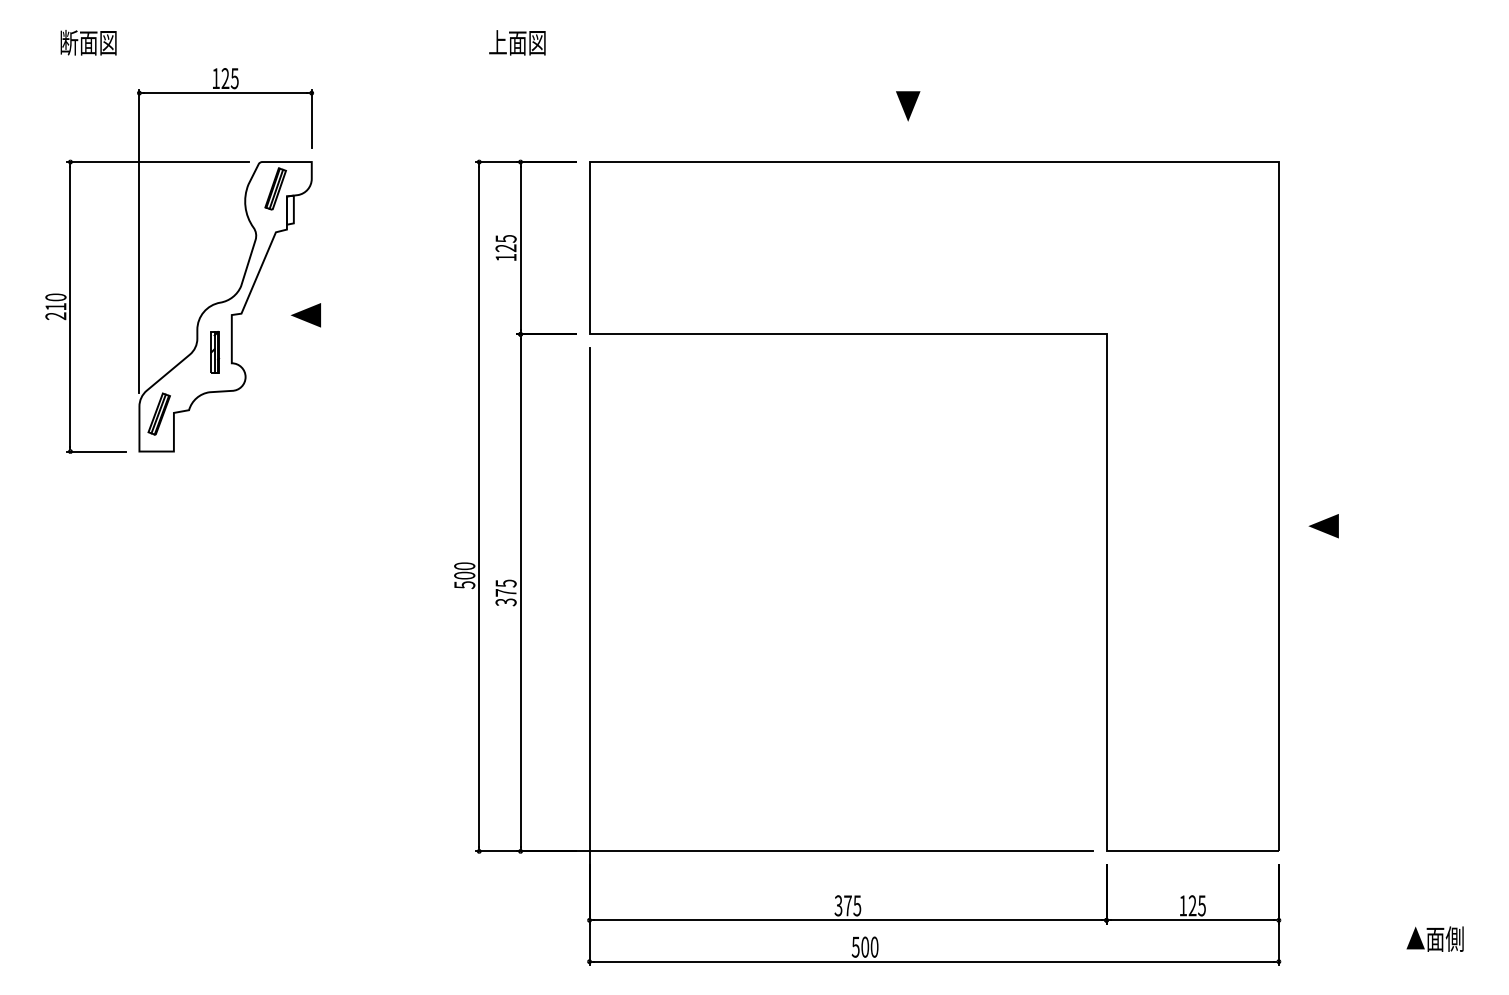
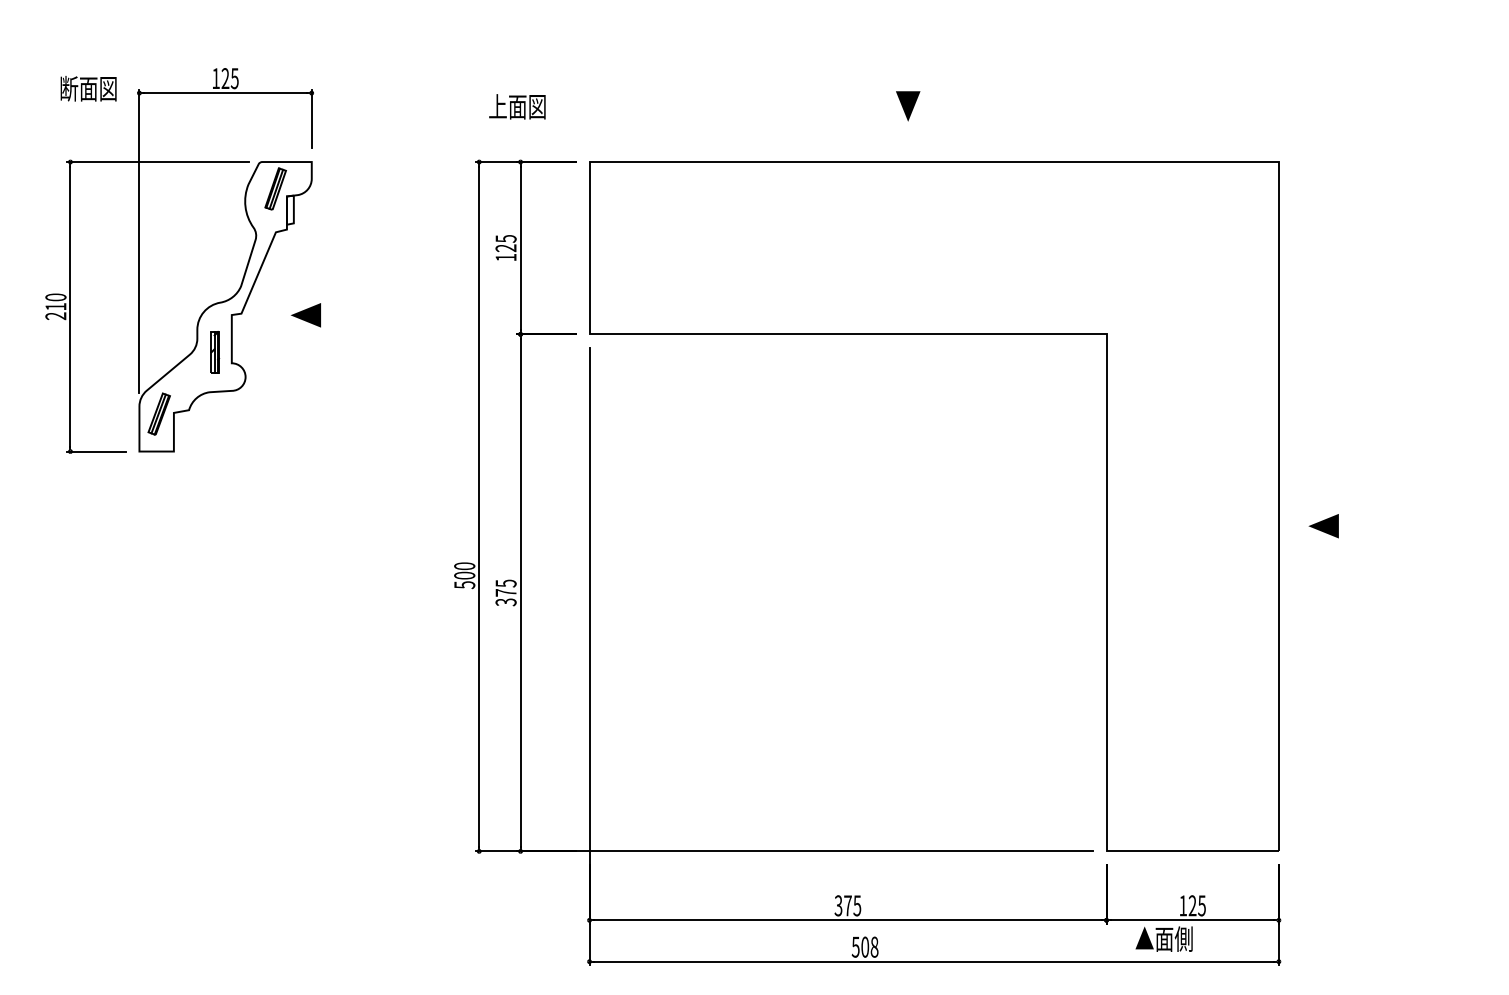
text at (88, 42) position: (88, 42) -> (88, 88)
text at (517, 42) position: (517, 42) -> (517, 106)
text at (1434, 938) position: (1434, 938) -> (1163, 938)
text at (874, 947): 500 -> 508
